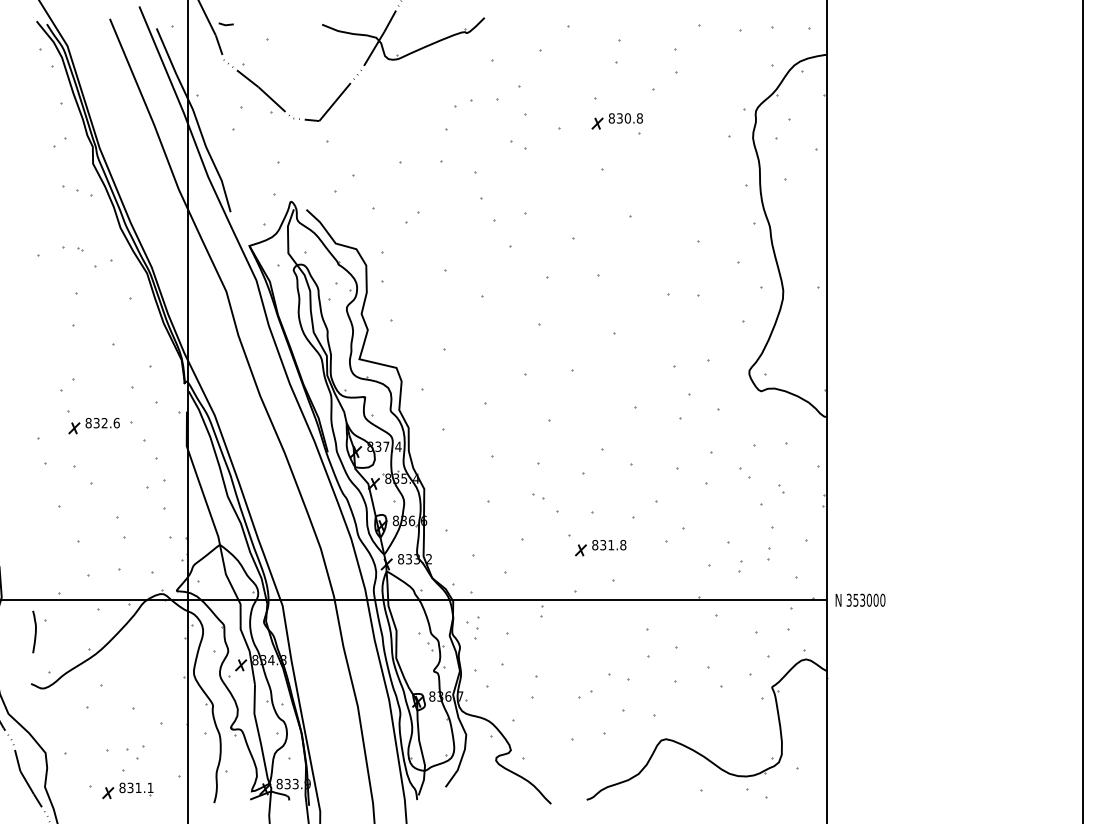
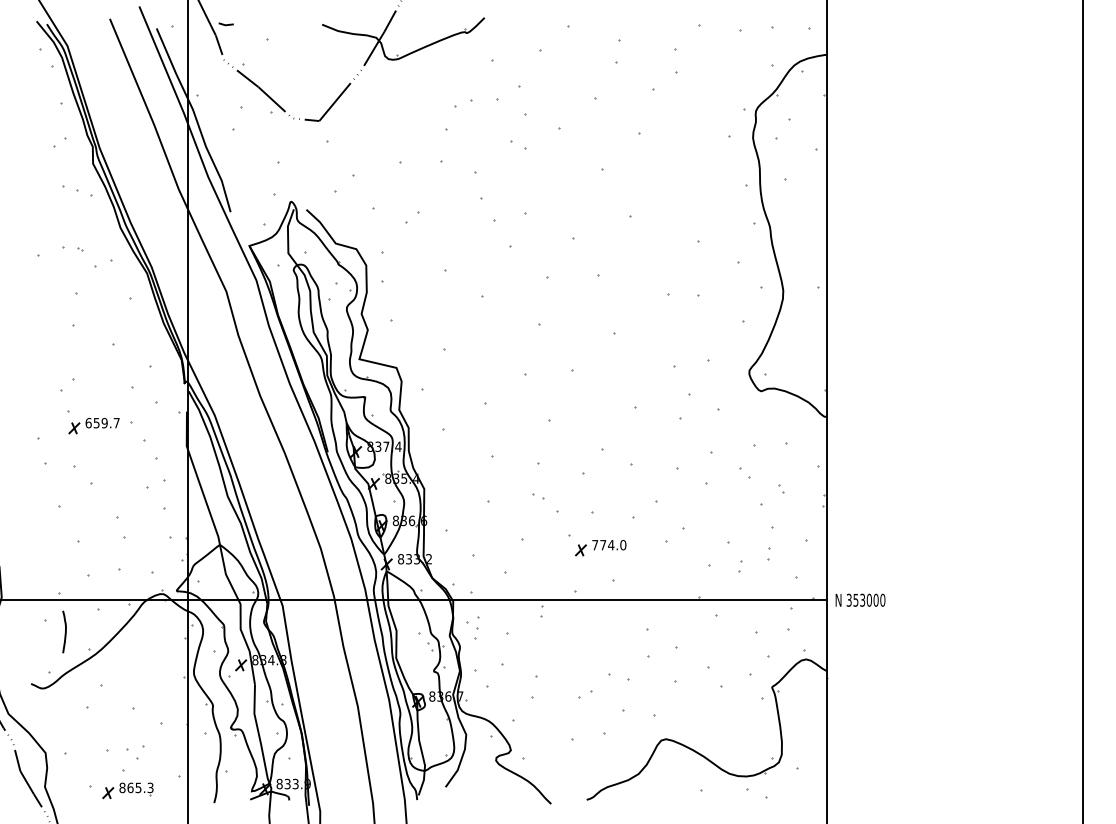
part at (616, 121): present -> none
text at (102, 422): 832.6 -> 659.7
text at (609, 545): 831.8 -> 774.0
curve at (35, 631) position: (35, 631) -> (65, 631)
text at (140, 787): 831.1 -> 865.3
